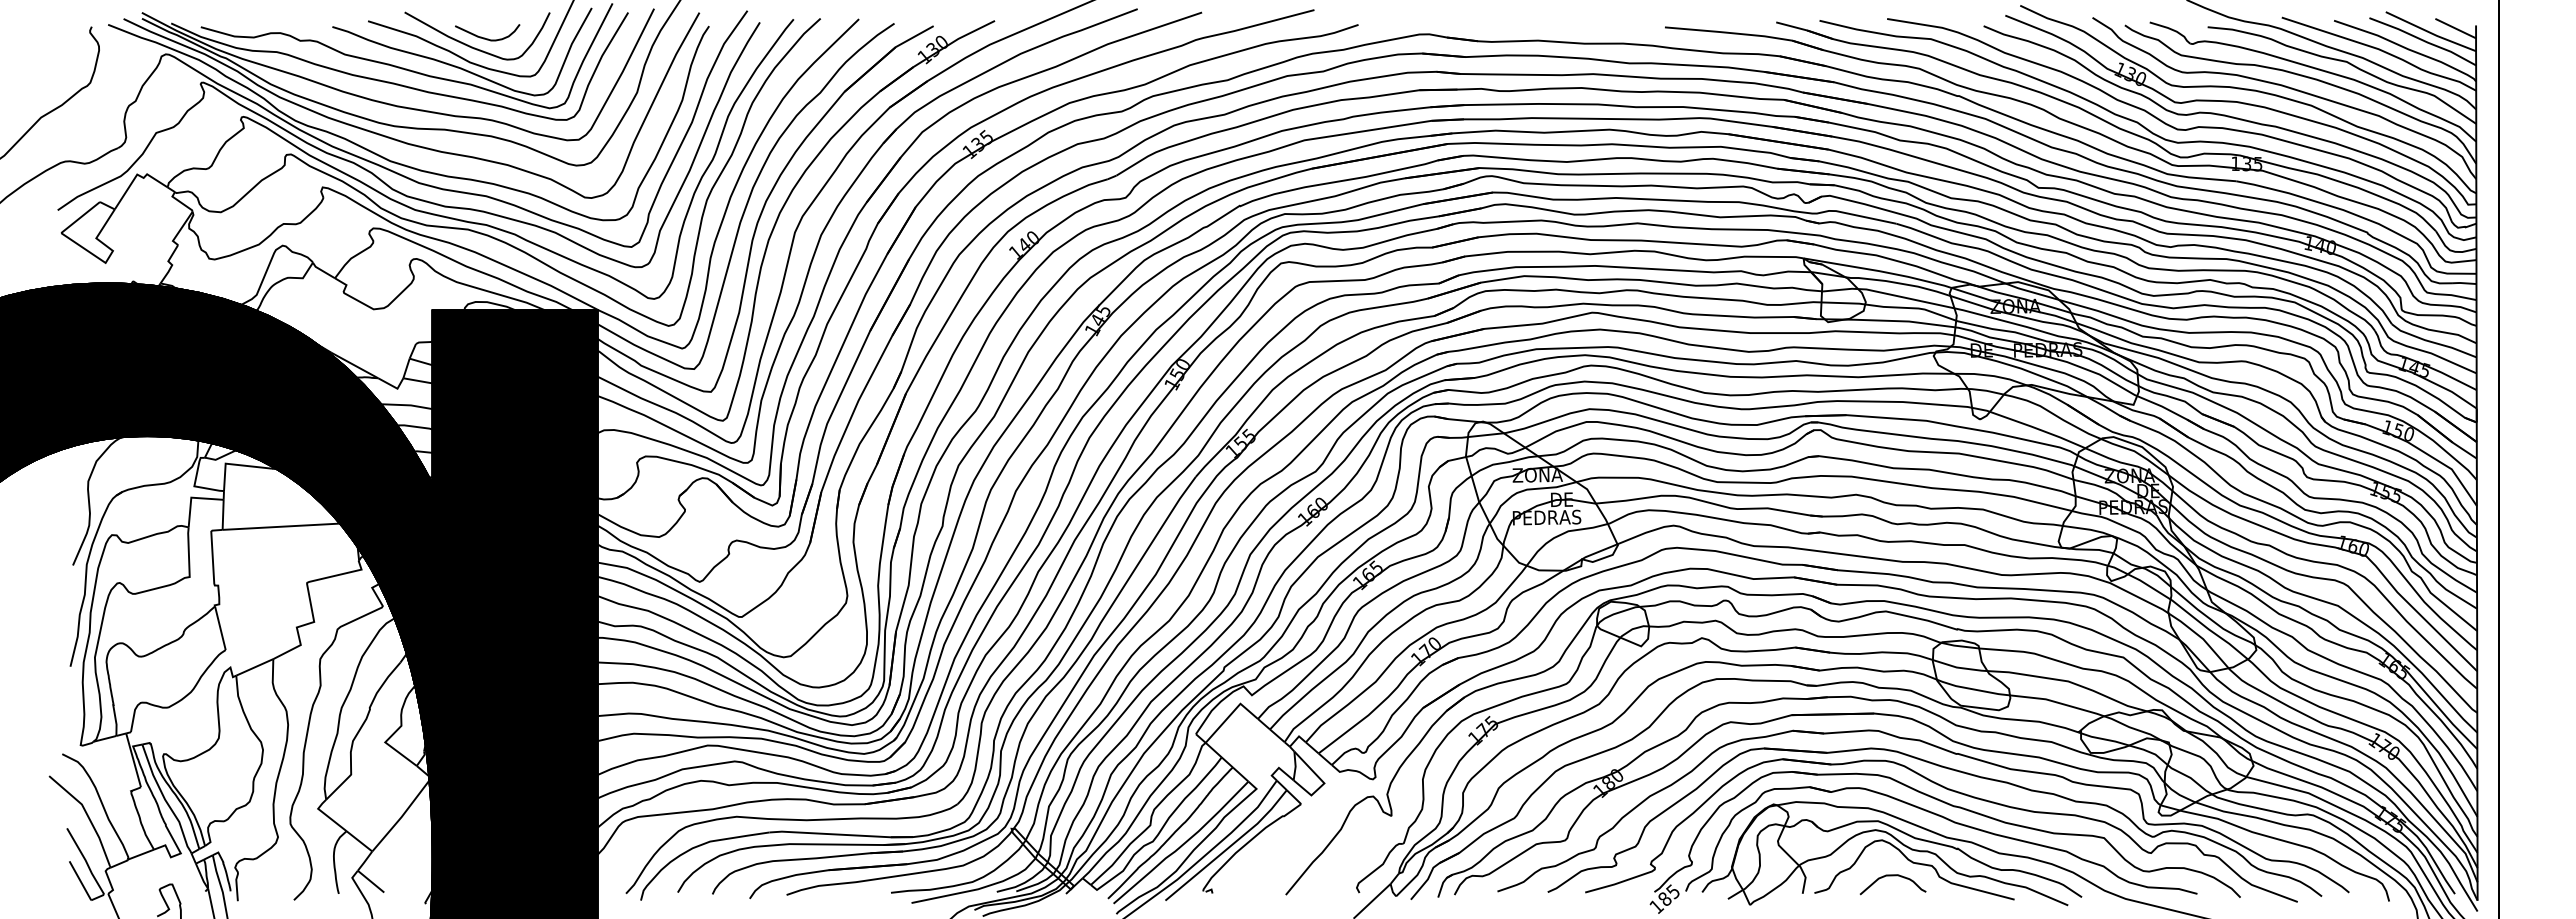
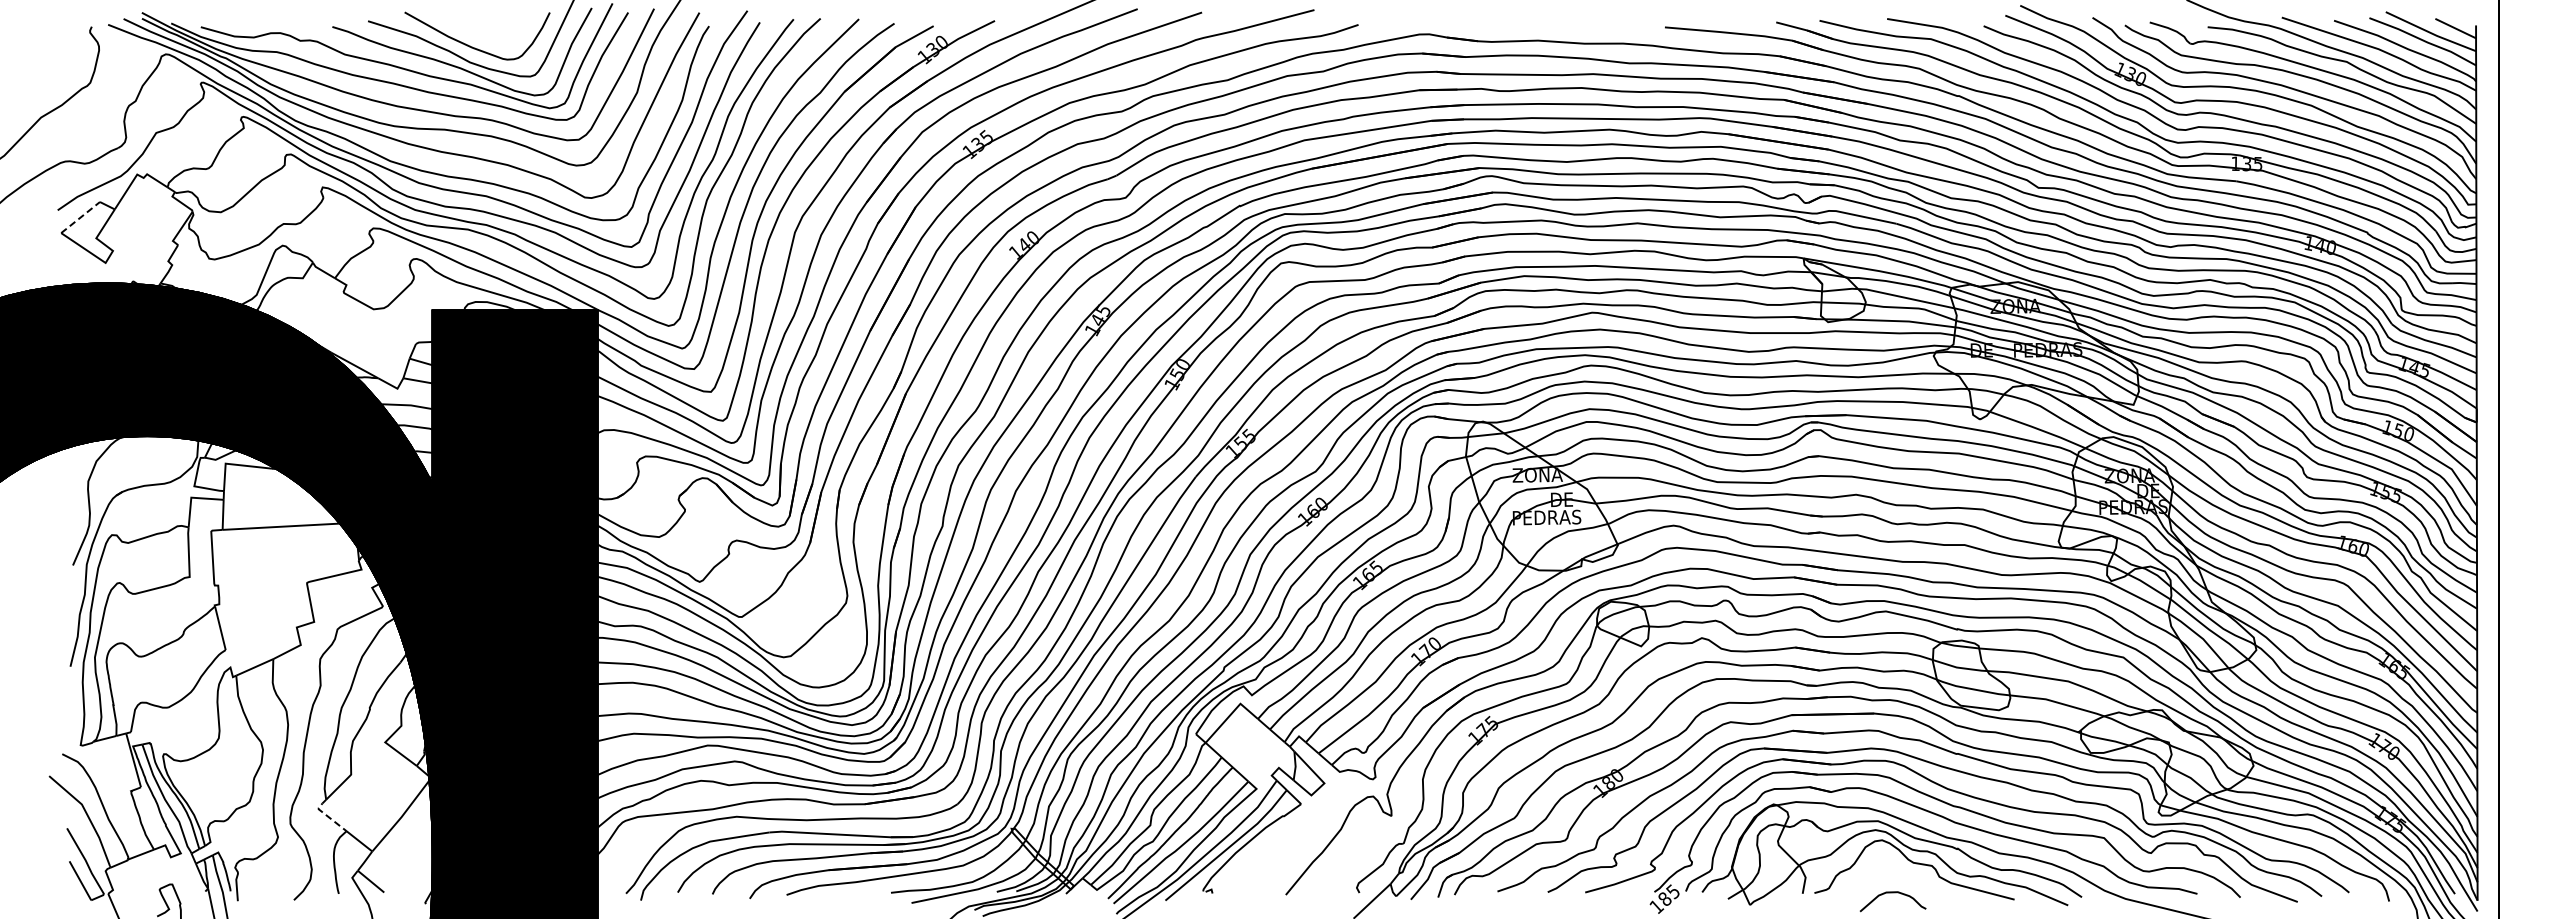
curve at (485, 37): present -> none
line at (80, 217): solid -> dashed
line at (326, 815): solid -> dashed
curve at (1892, 876) position: (1892, 876) -> (1892, 893)
